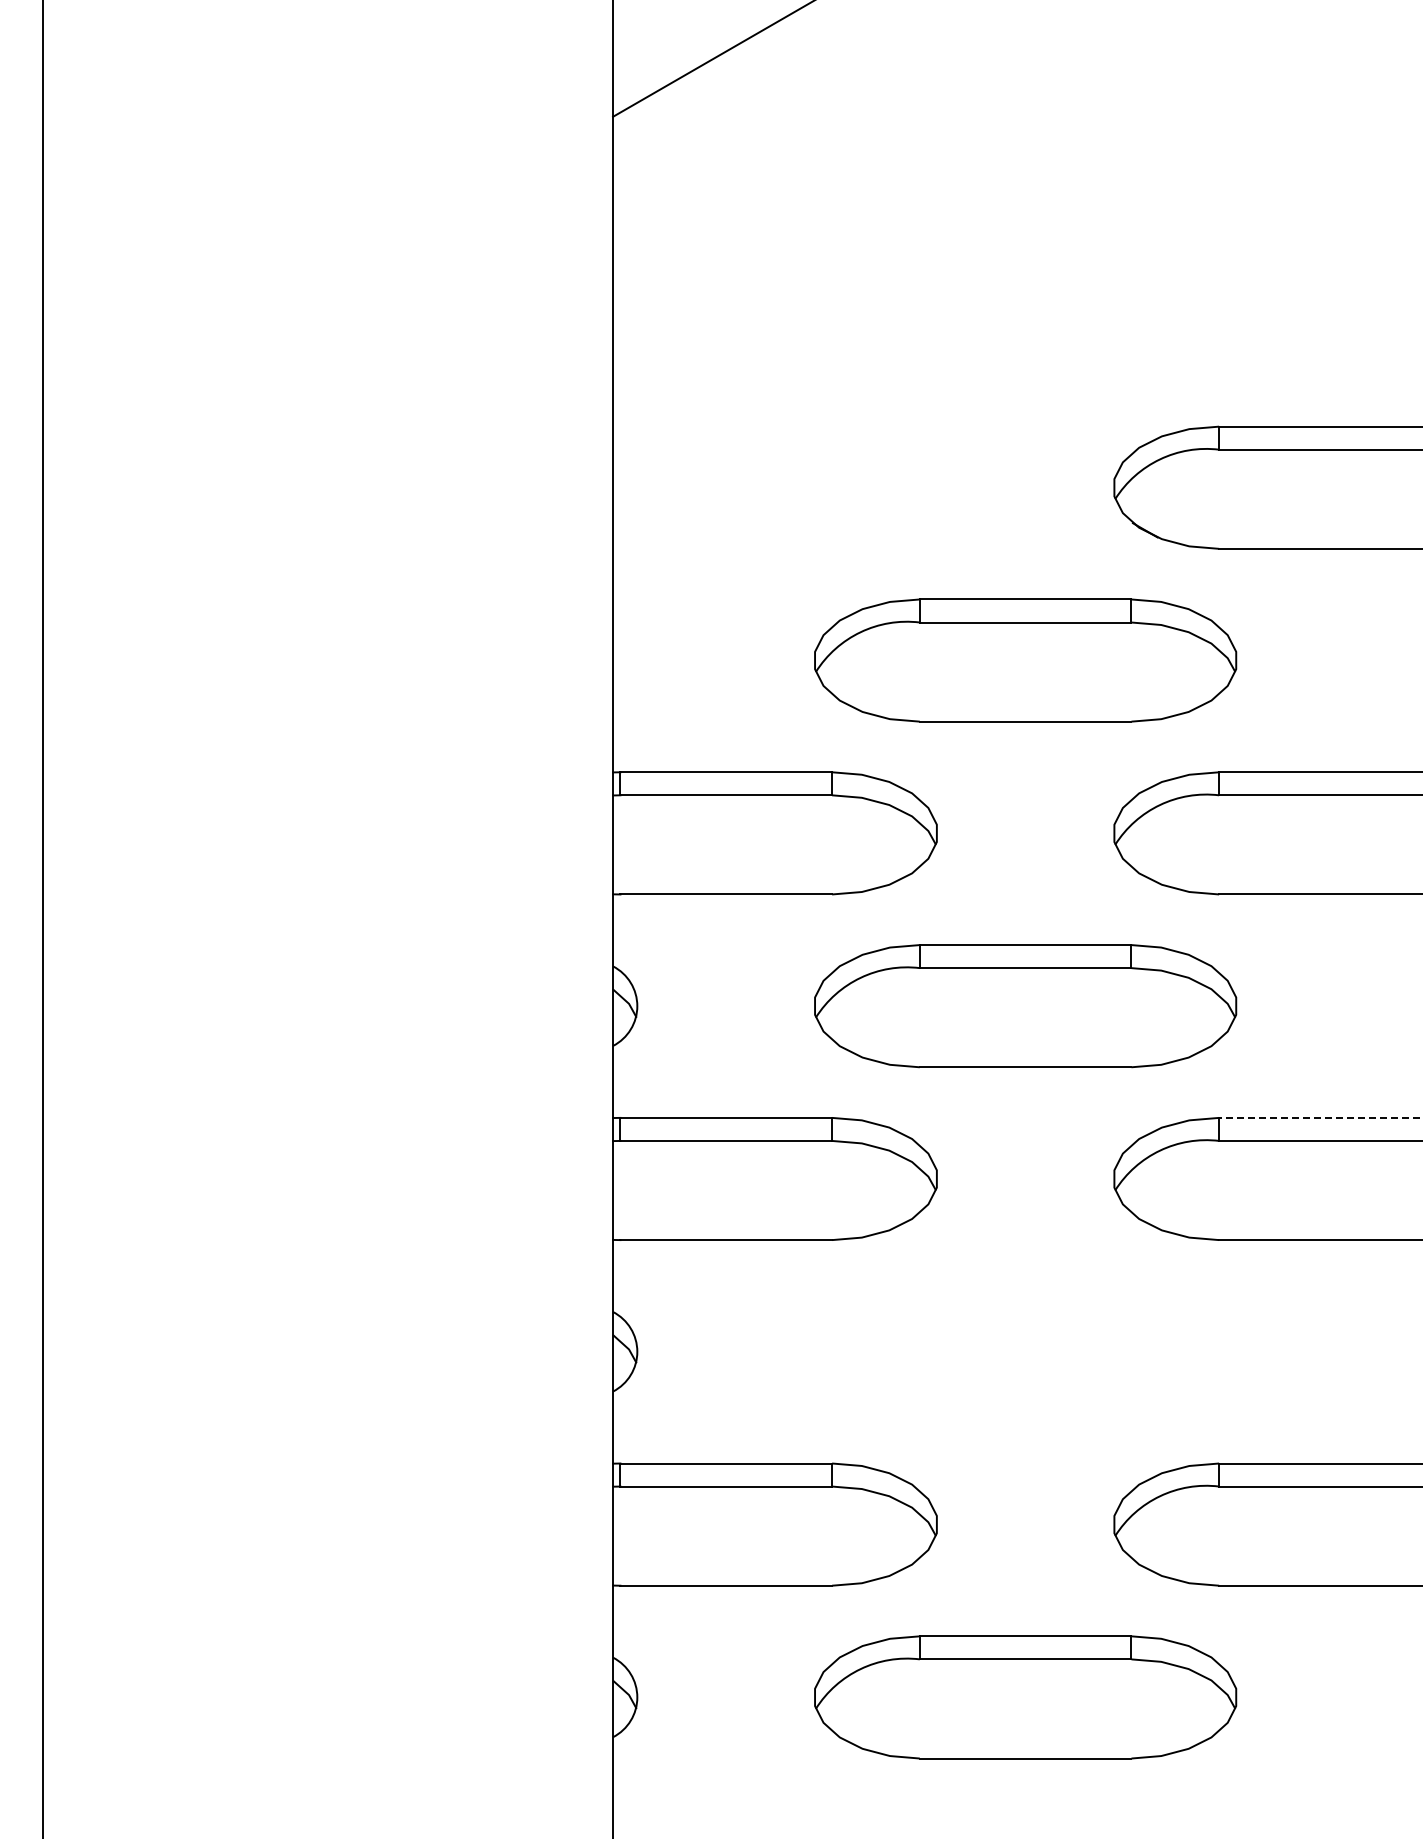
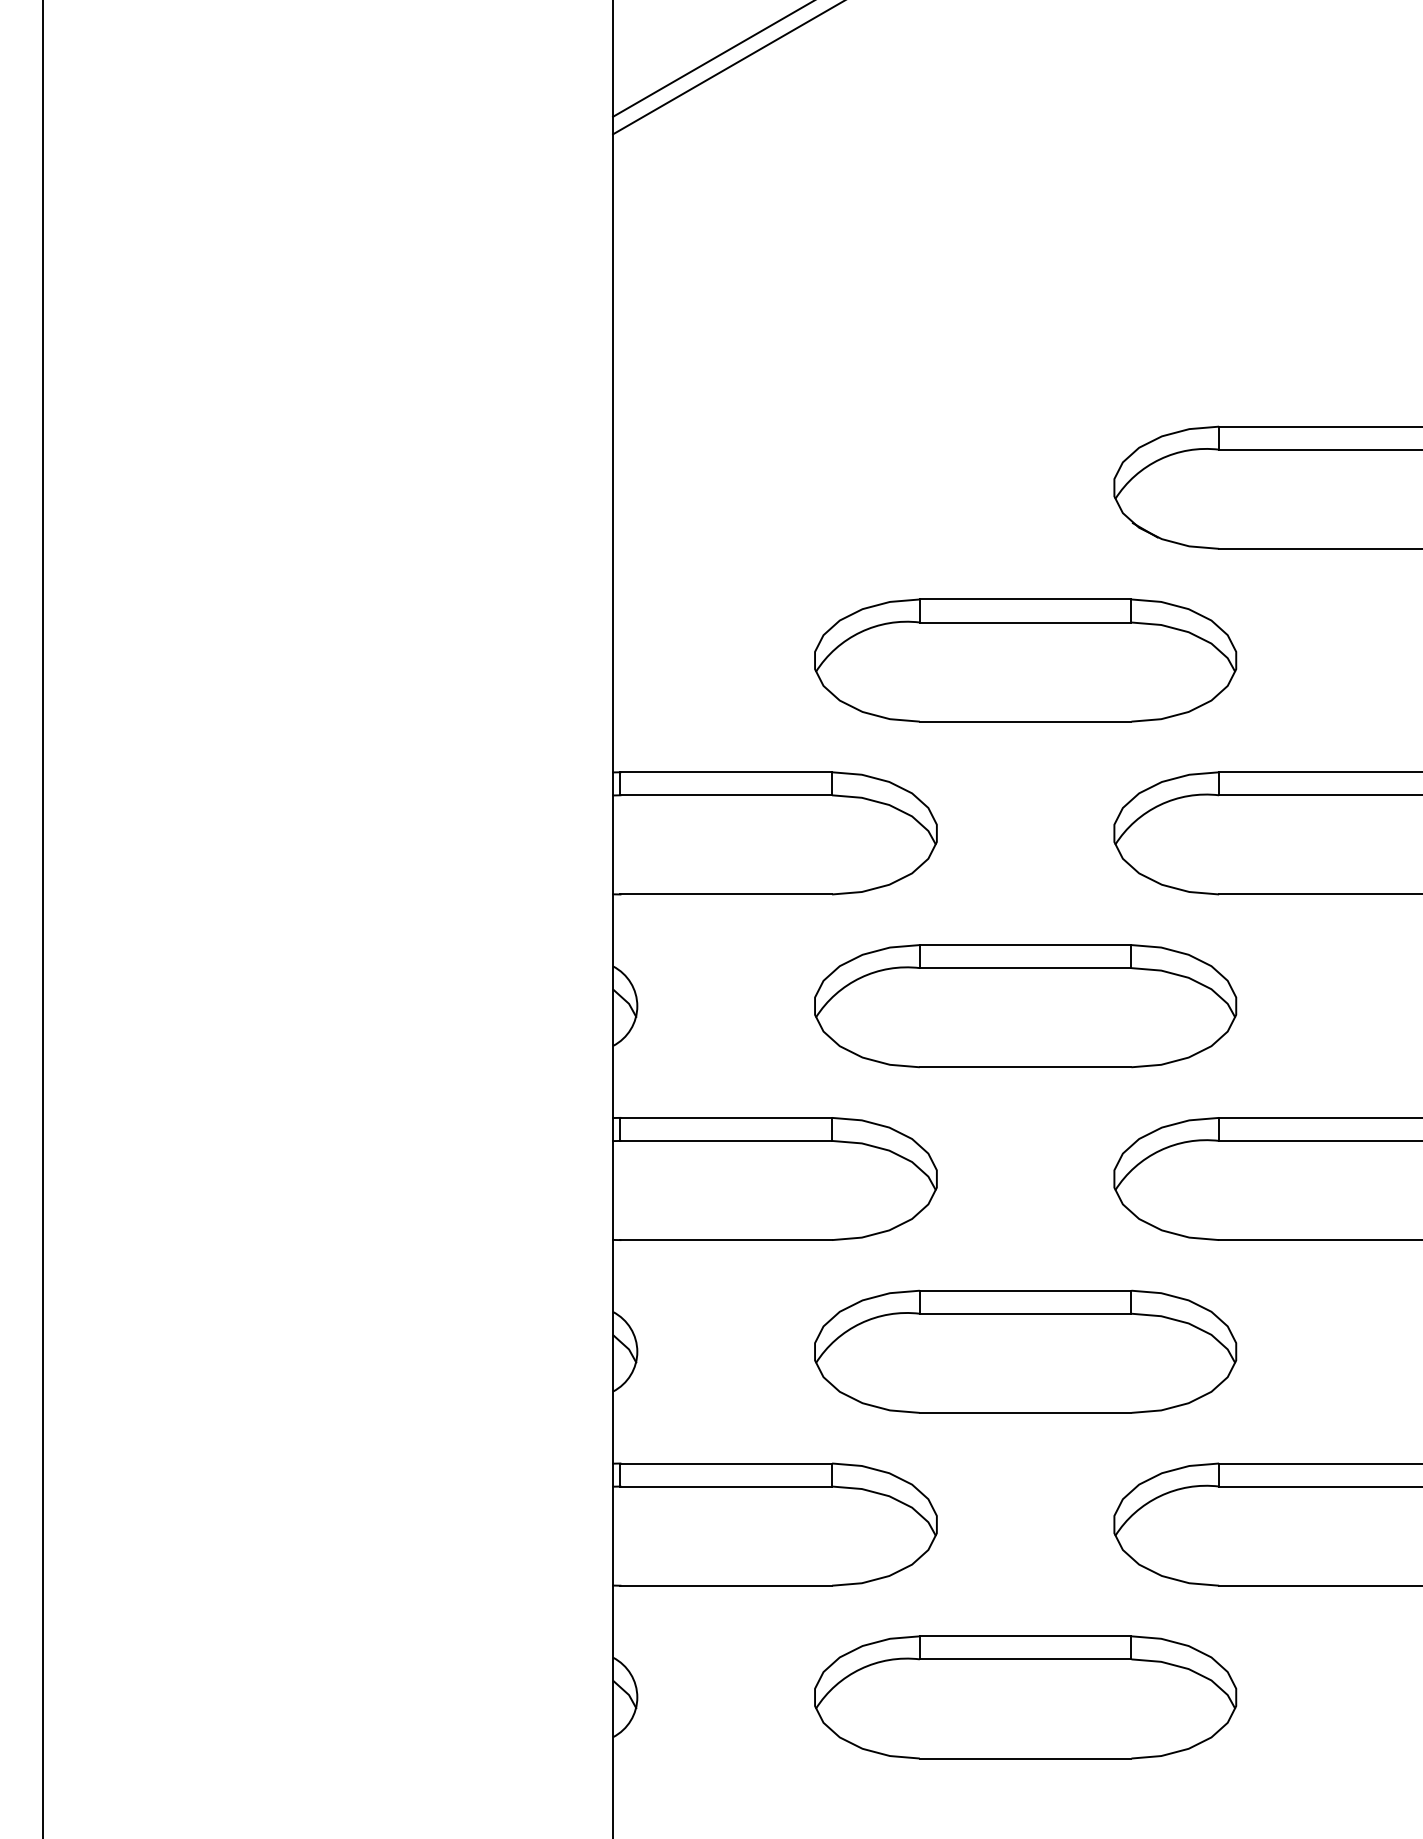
line at (727, 68): none -> present
line at (1320, 1117): dashed -> solid
part at (1025, 1351): none -> present
